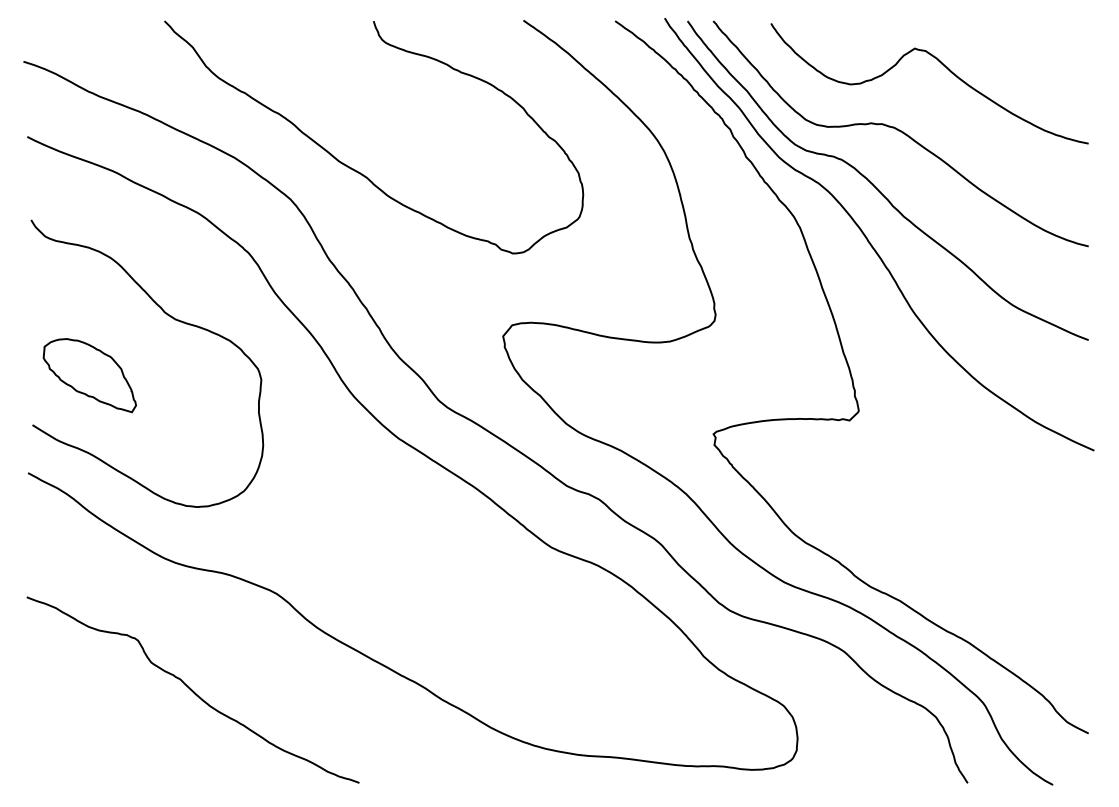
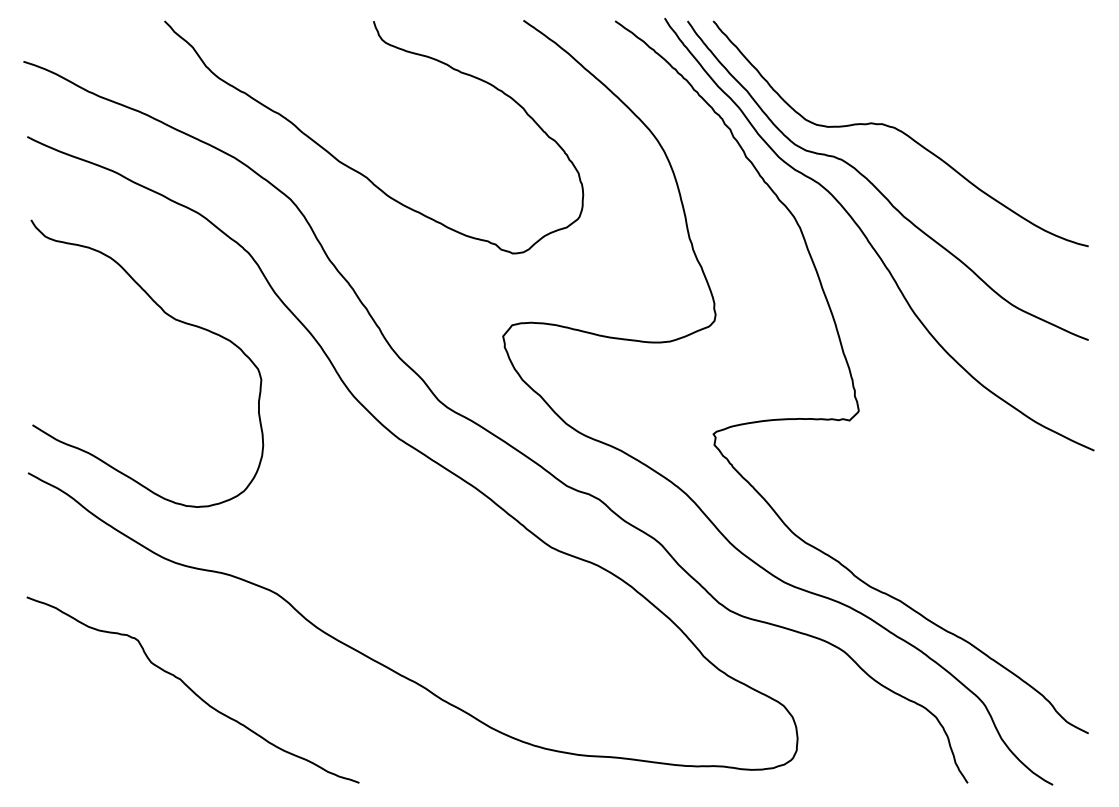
curve at (942, 65): present -> none
part at (89, 375): present -> none
